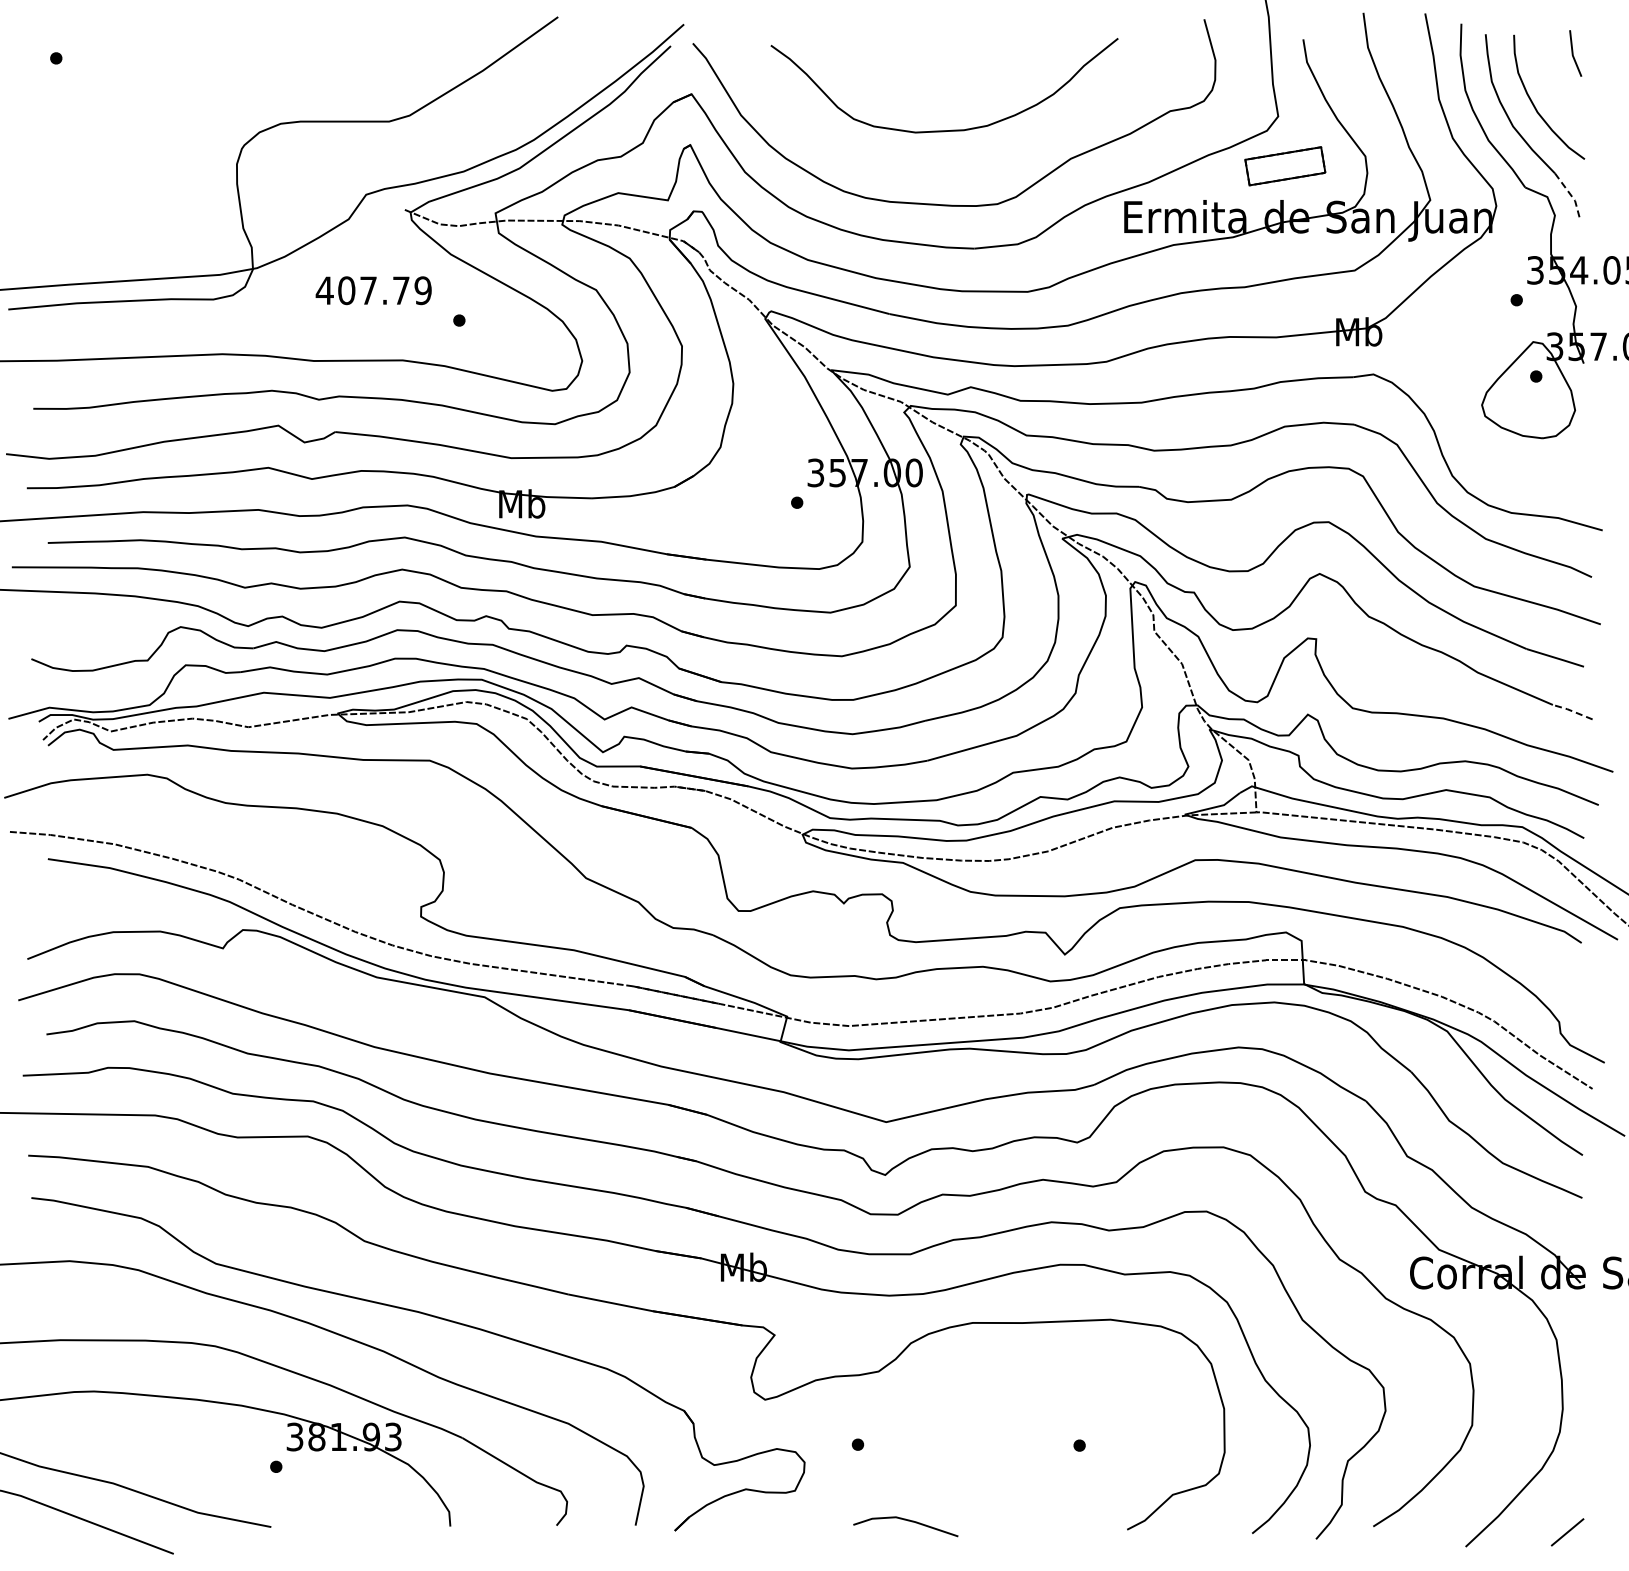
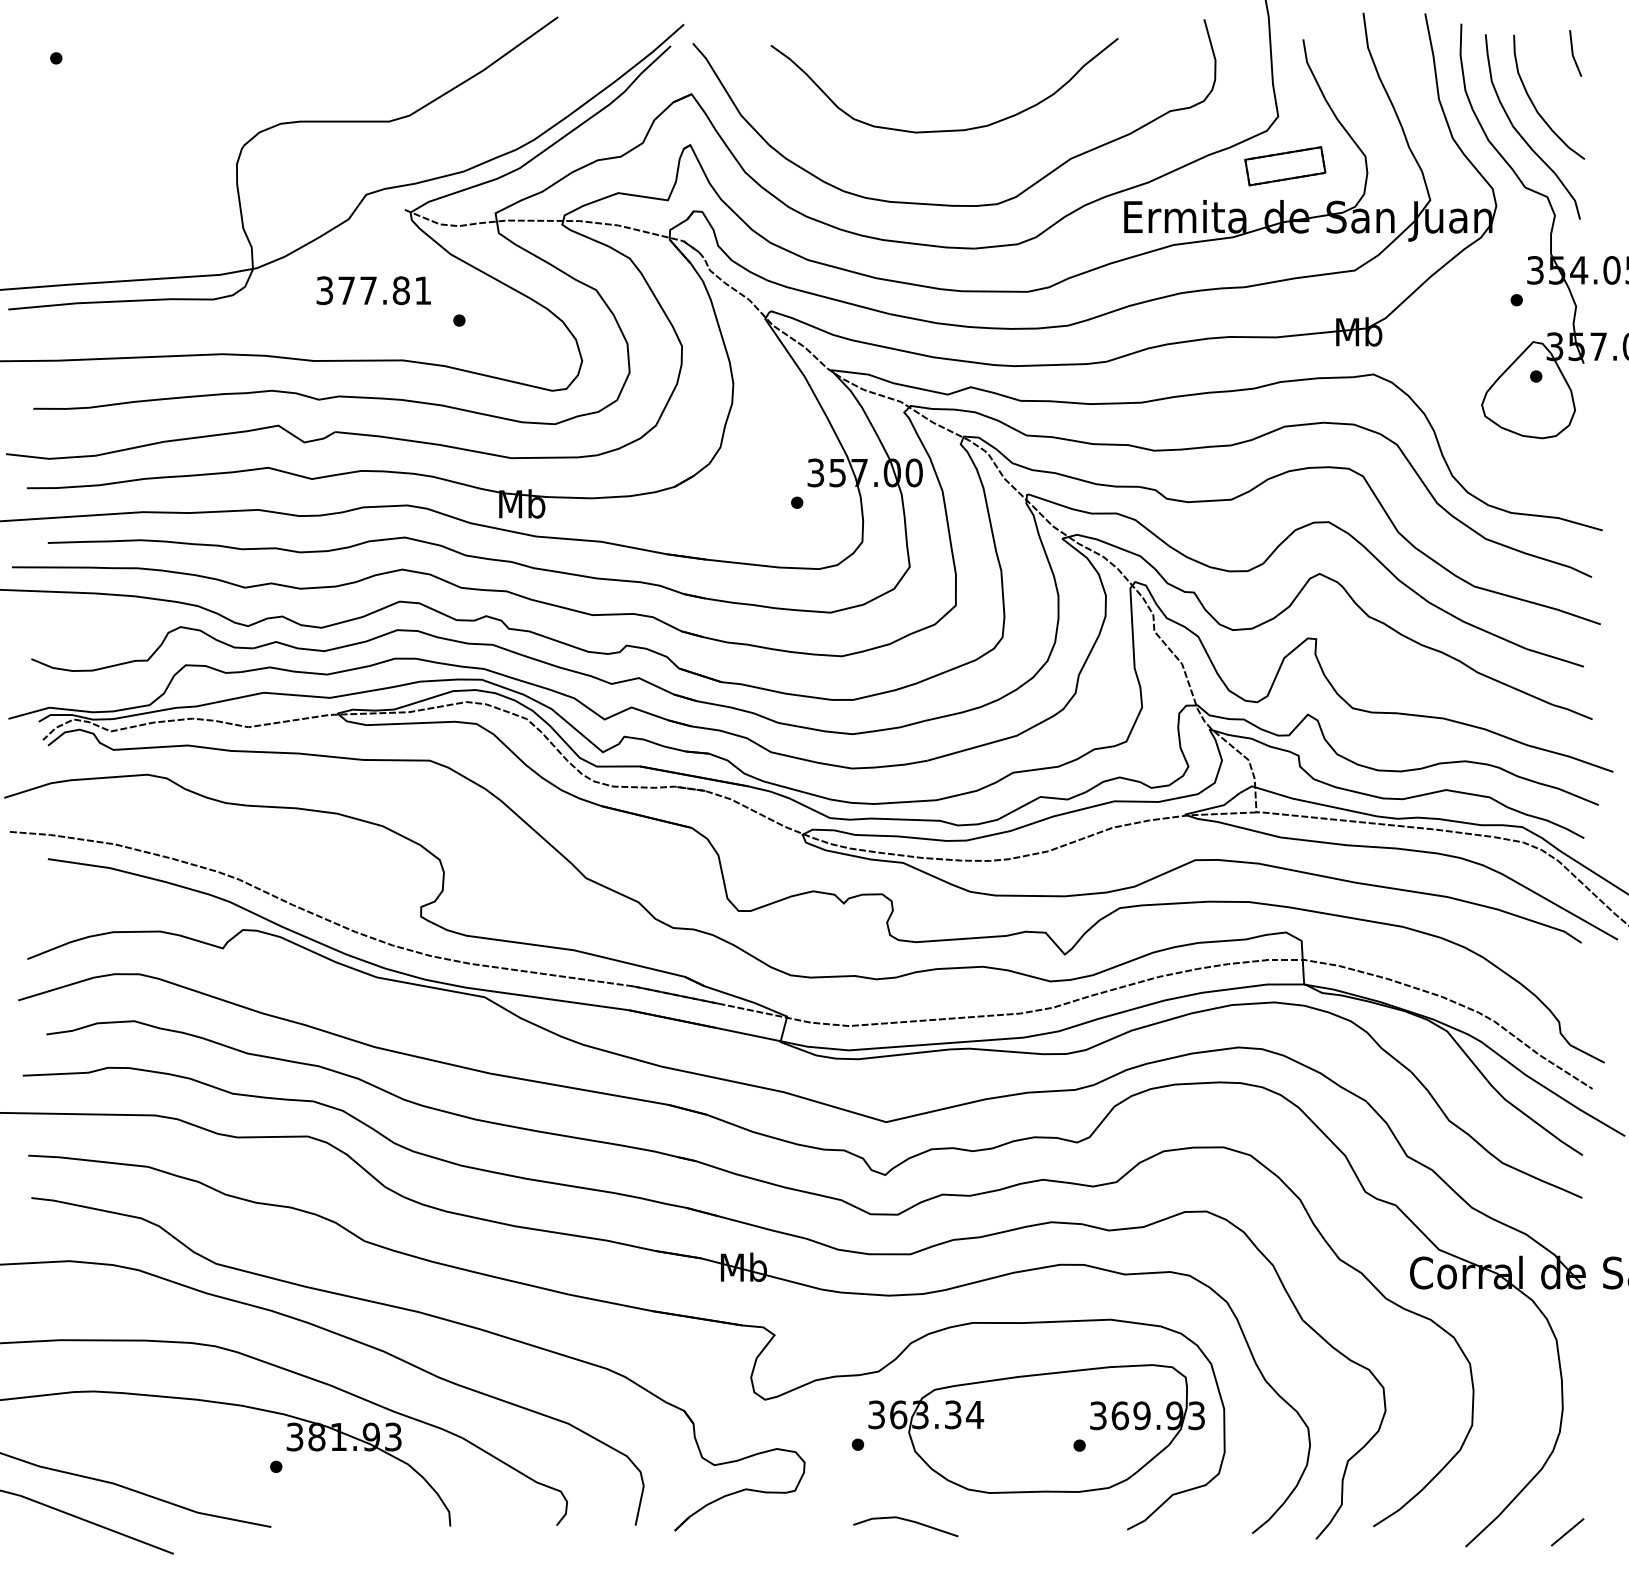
line at (1571, 196): dashed -> solid
text at (373, 290): 407.79 -> 377.81
line at (1572, 711): dashed -> solid
part at (1036, 1428): none -> present
